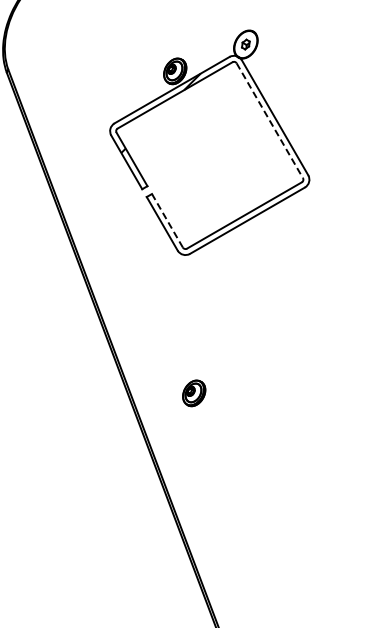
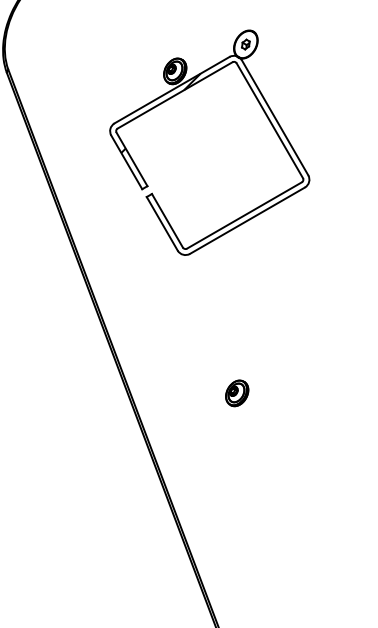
line at (270, 121): dashed -> solid
line at (167, 220): dashed -> solid
part at (194, 393) position: (194, 393) -> (237, 393)
